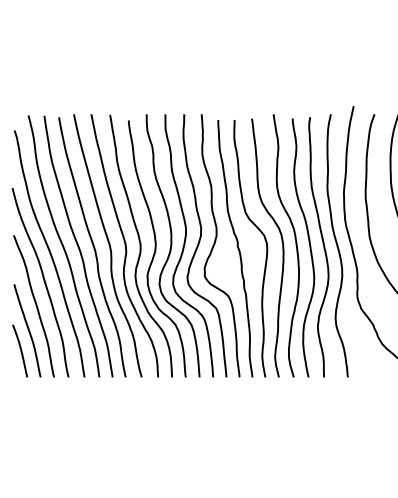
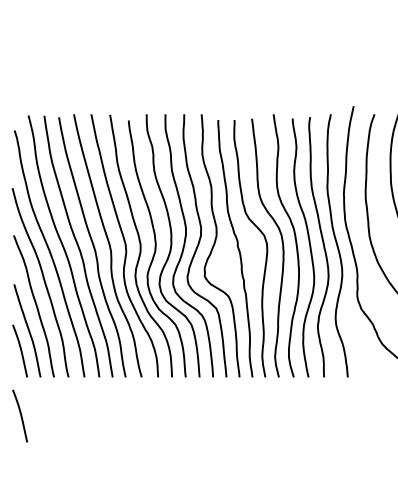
curve at (20, 415): none -> present
